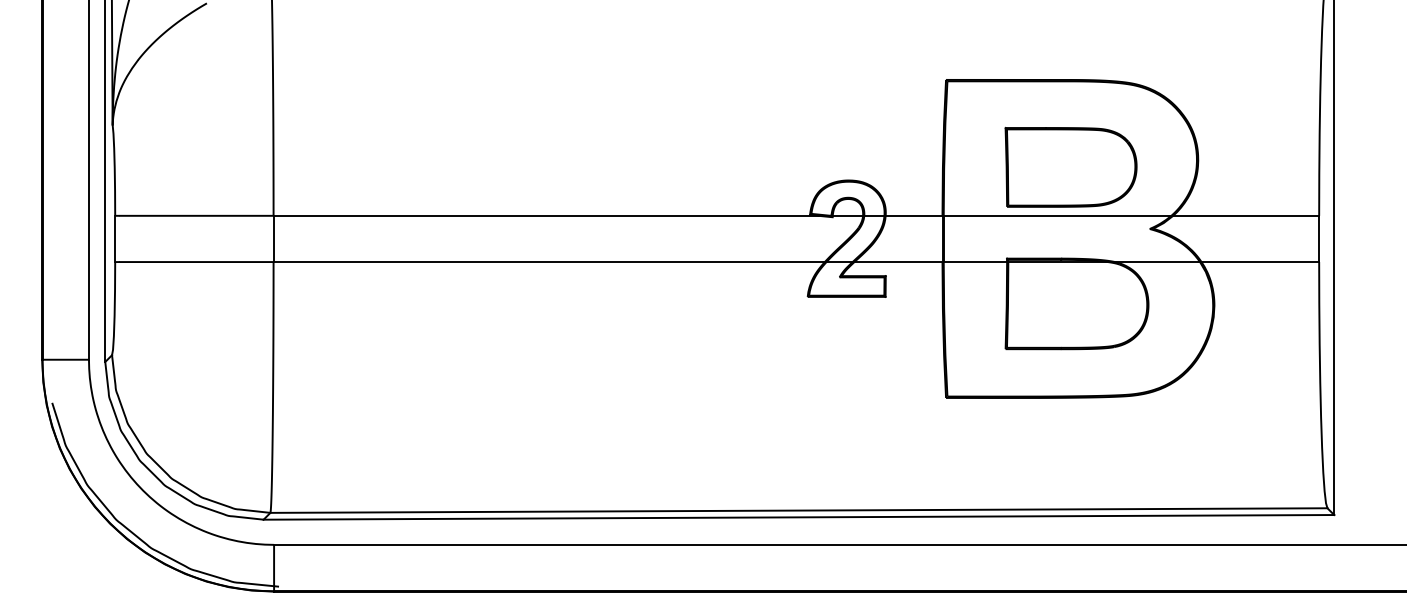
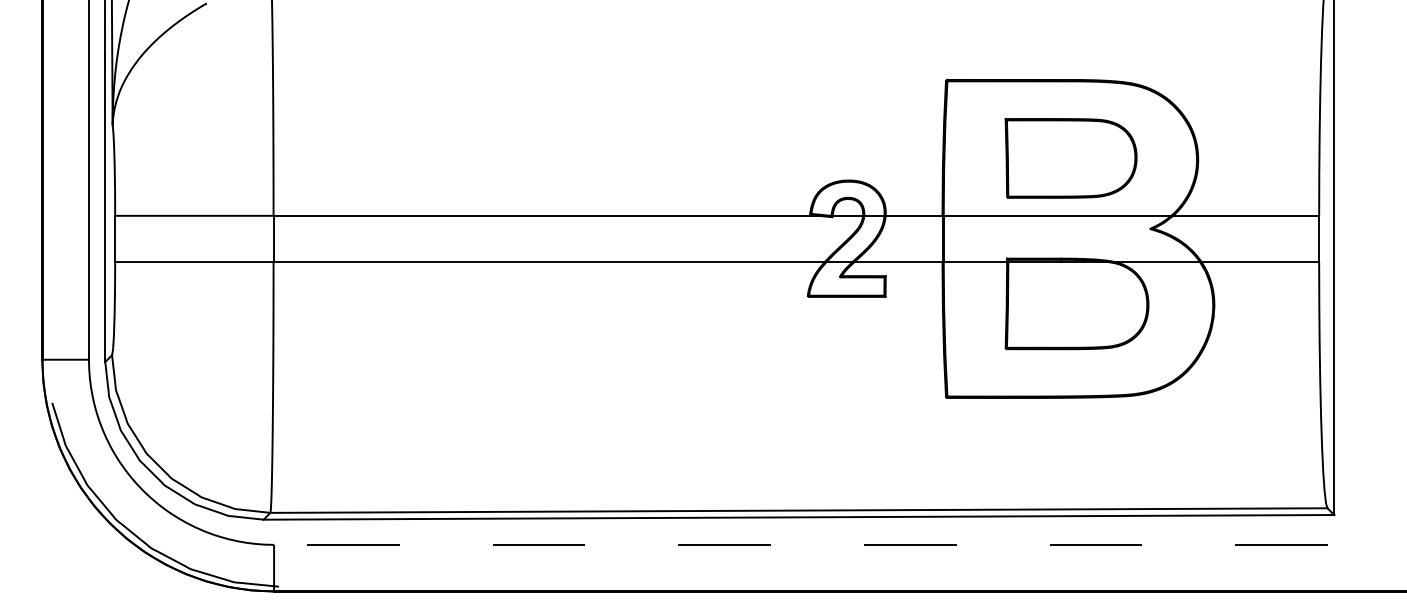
part at (1070, 167) position: (1070, 167) -> (1070, 158)
line at (839, 544): solid -> dashed
